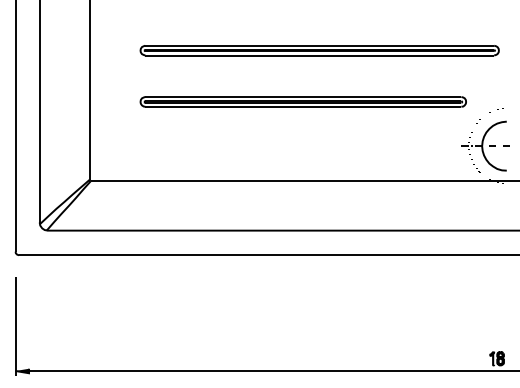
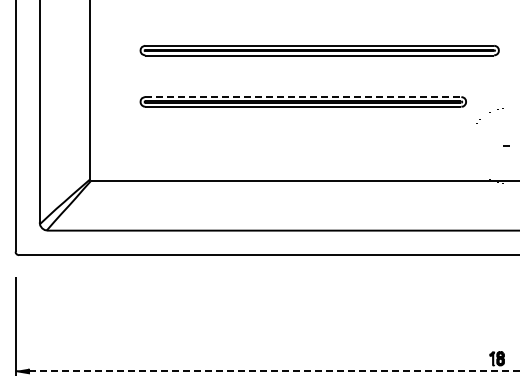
line at (303, 96): solid -> dashed
part at (483, 146): present -> none
line at (274, 371): solid -> dashed
